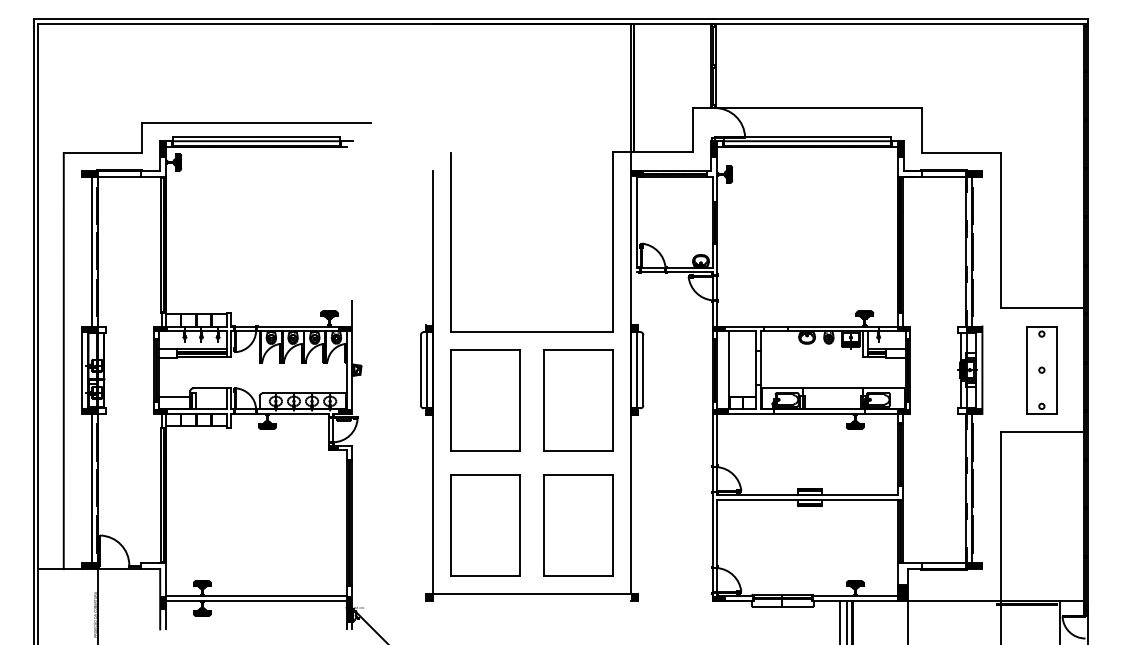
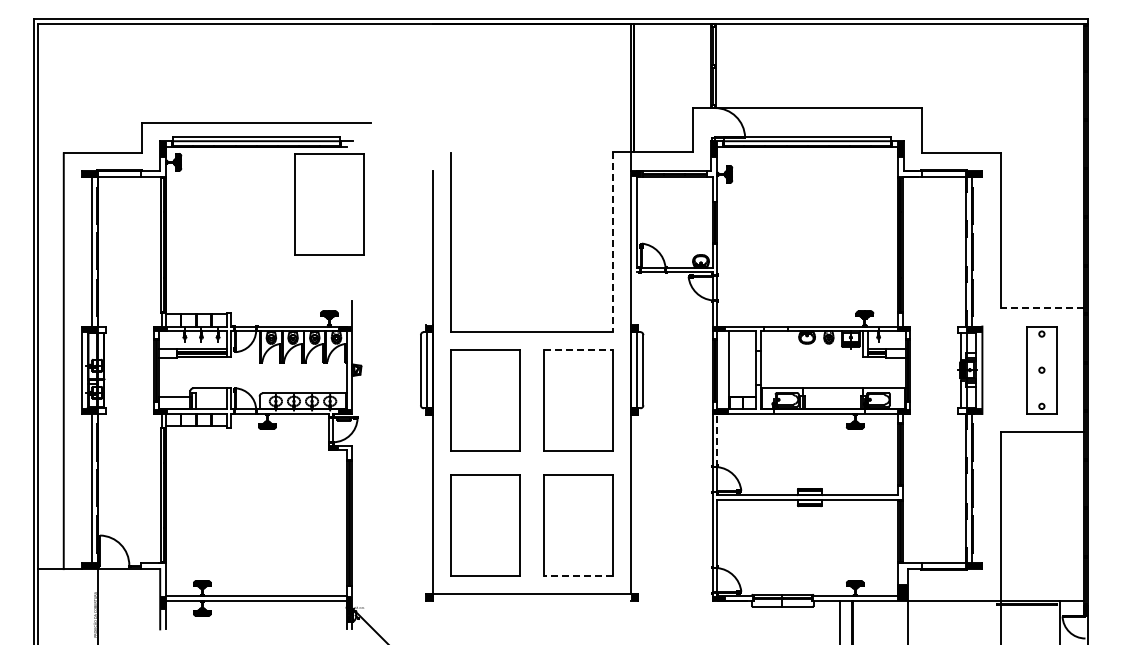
part at (329, 204): none -> present
line at (613, 242): solid -> dashed
line at (1042, 308): solid -> dashed
line at (578, 349): solid -> dashed
line at (717, 439): solid -> dashed
line at (578, 576): solid -> dashed
line at (846, 620): present -> none
